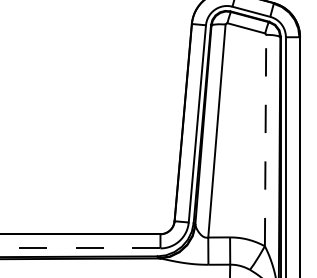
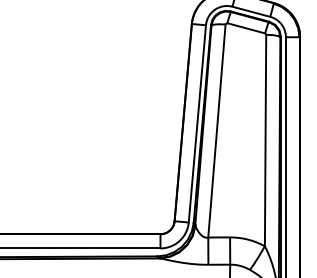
line at (265, 140): dashed -> solid
line at (80, 248): dashed -> solid
